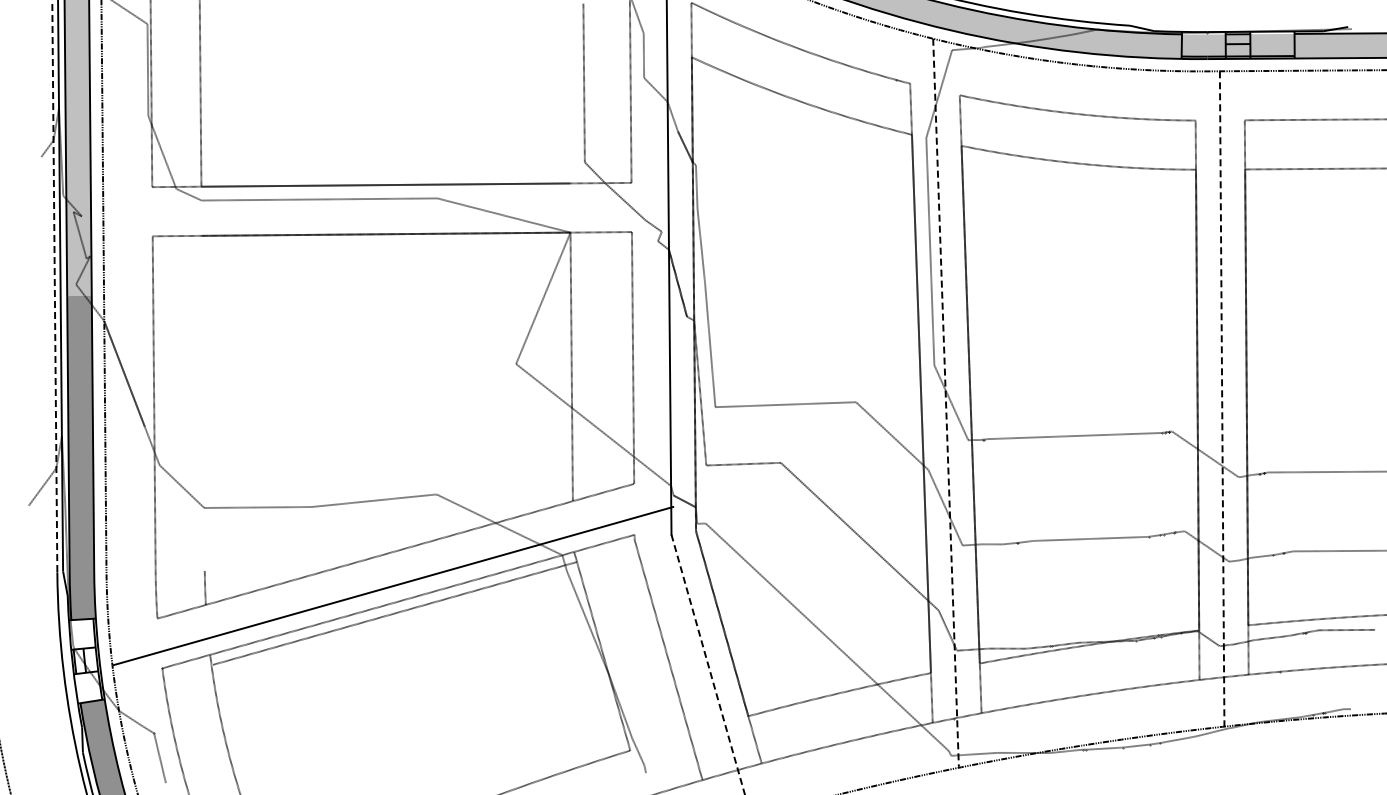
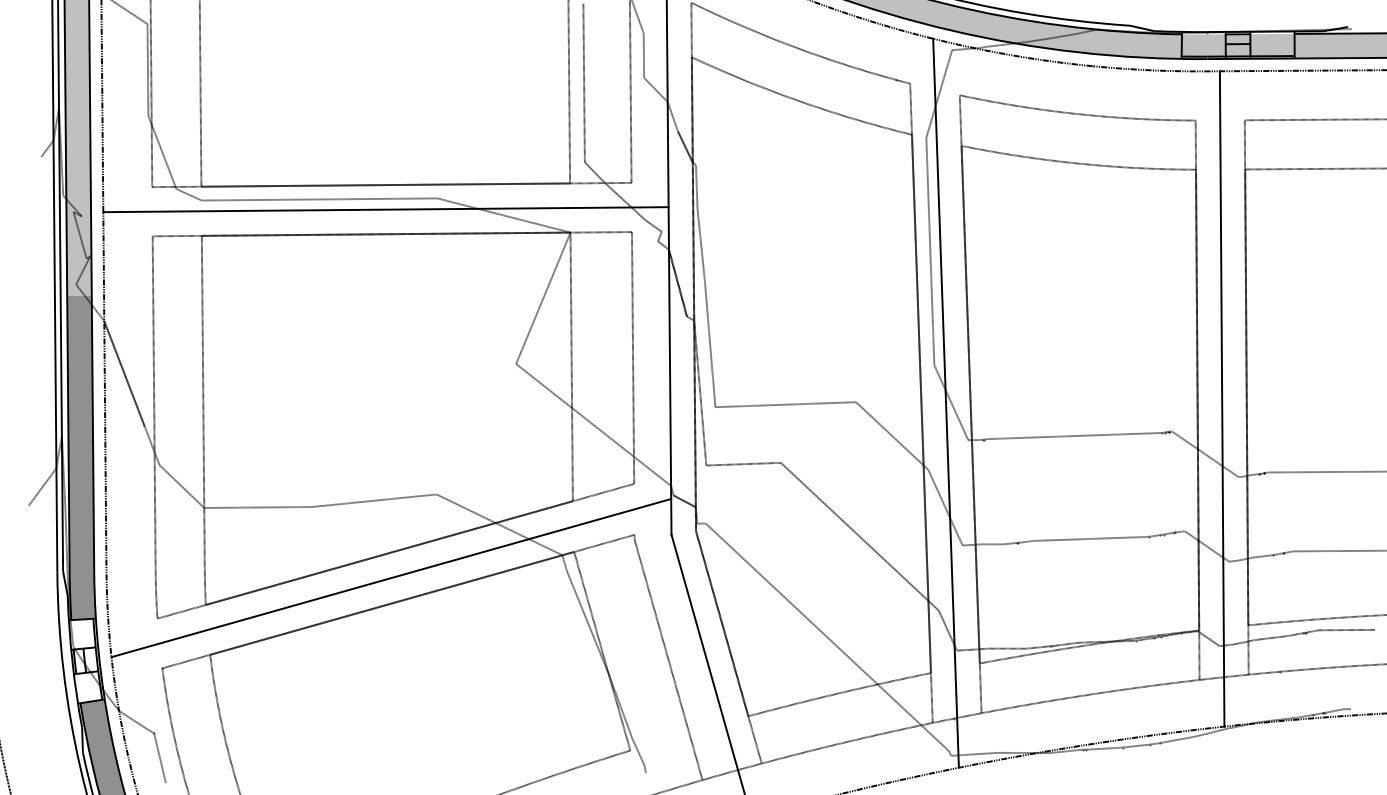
line at (569, 92): none -> present
line at (385, 209): none -> present
line at (54, 286): dashed -> solid
line at (1222, 398): dashed -> solid
line at (202, 402): none -> present
line at (946, 403): dashed -> solid
line at (388, 552): none -> present
line at (393, 585) position: (393, 585) -> (391, 577)
line at (395, 612) position: (395, 612) -> (392, 602)
line at (708, 664): dashed -> solid
